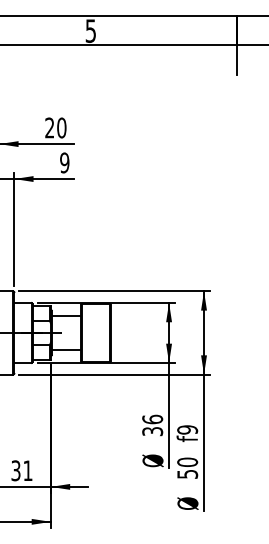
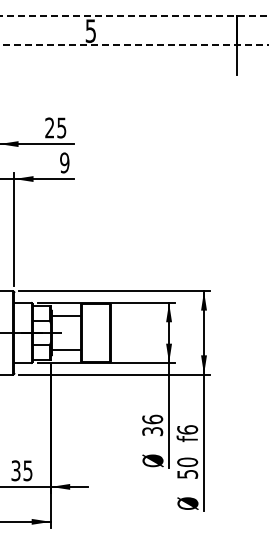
line at (134, 16): solid -> dashed
line at (134, 45): solid -> dashed
text at (61, 127): 20 -> 25
text at (187, 429): f9 -> f6
text at (27, 470): 31 -> 35
